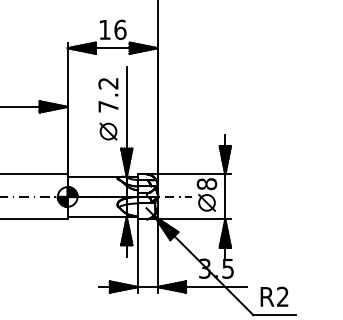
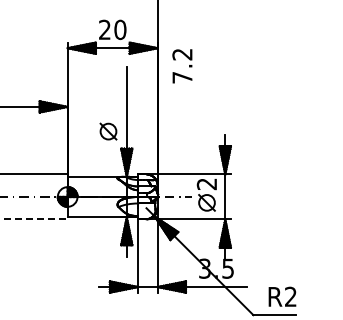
text at (112, 29): 16 -> 20
text at (108, 95) position: (108, 95) -> (182, 66)
text at (206, 184): 8 -> 2
line at (34, 219): solid -> dashed
text at (274, 296) position: (274, 296) -> (282, 296)
